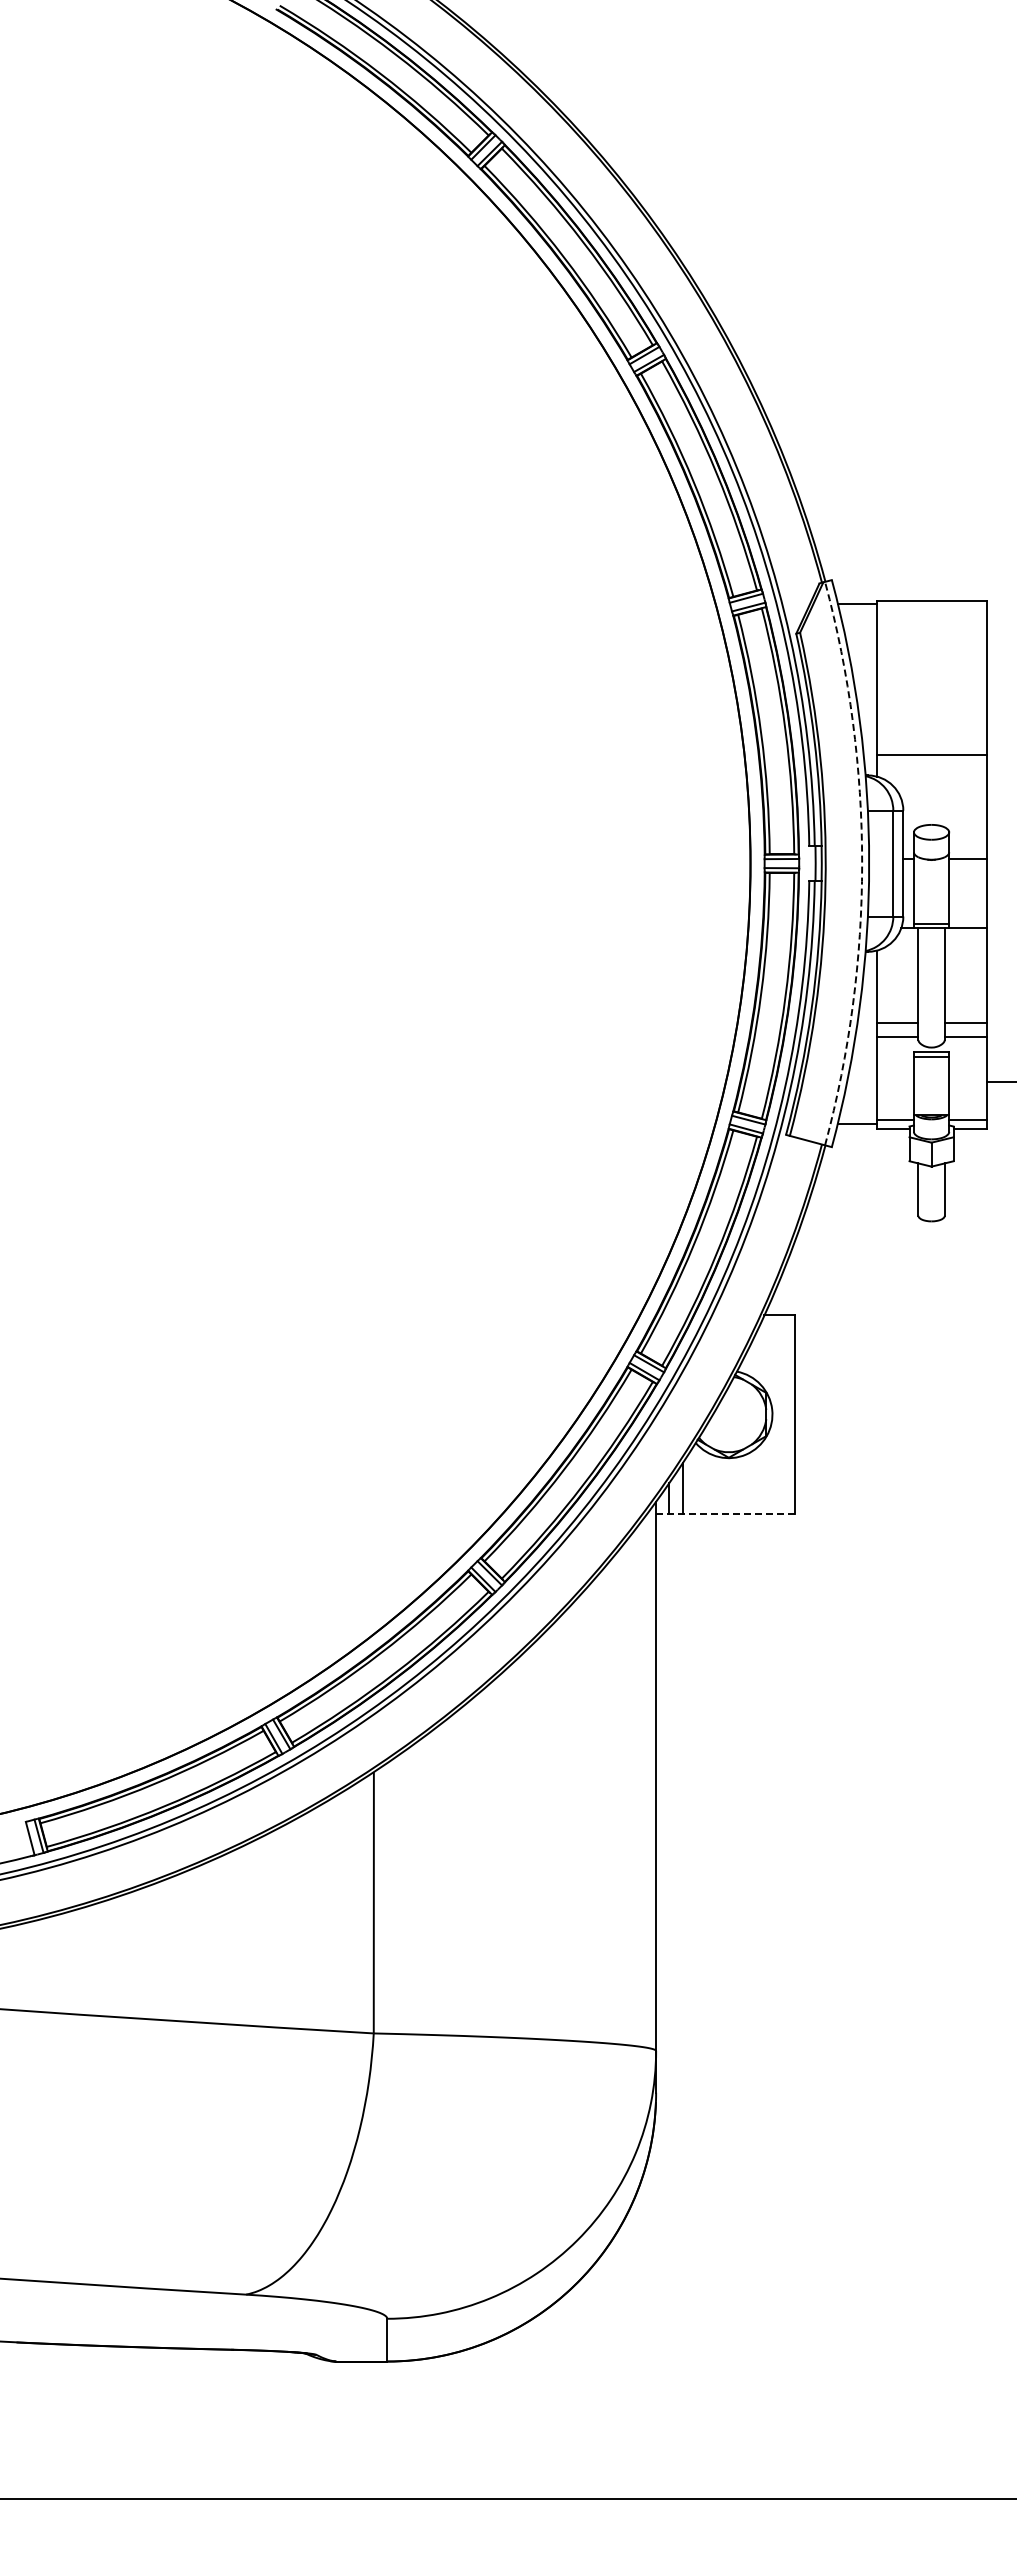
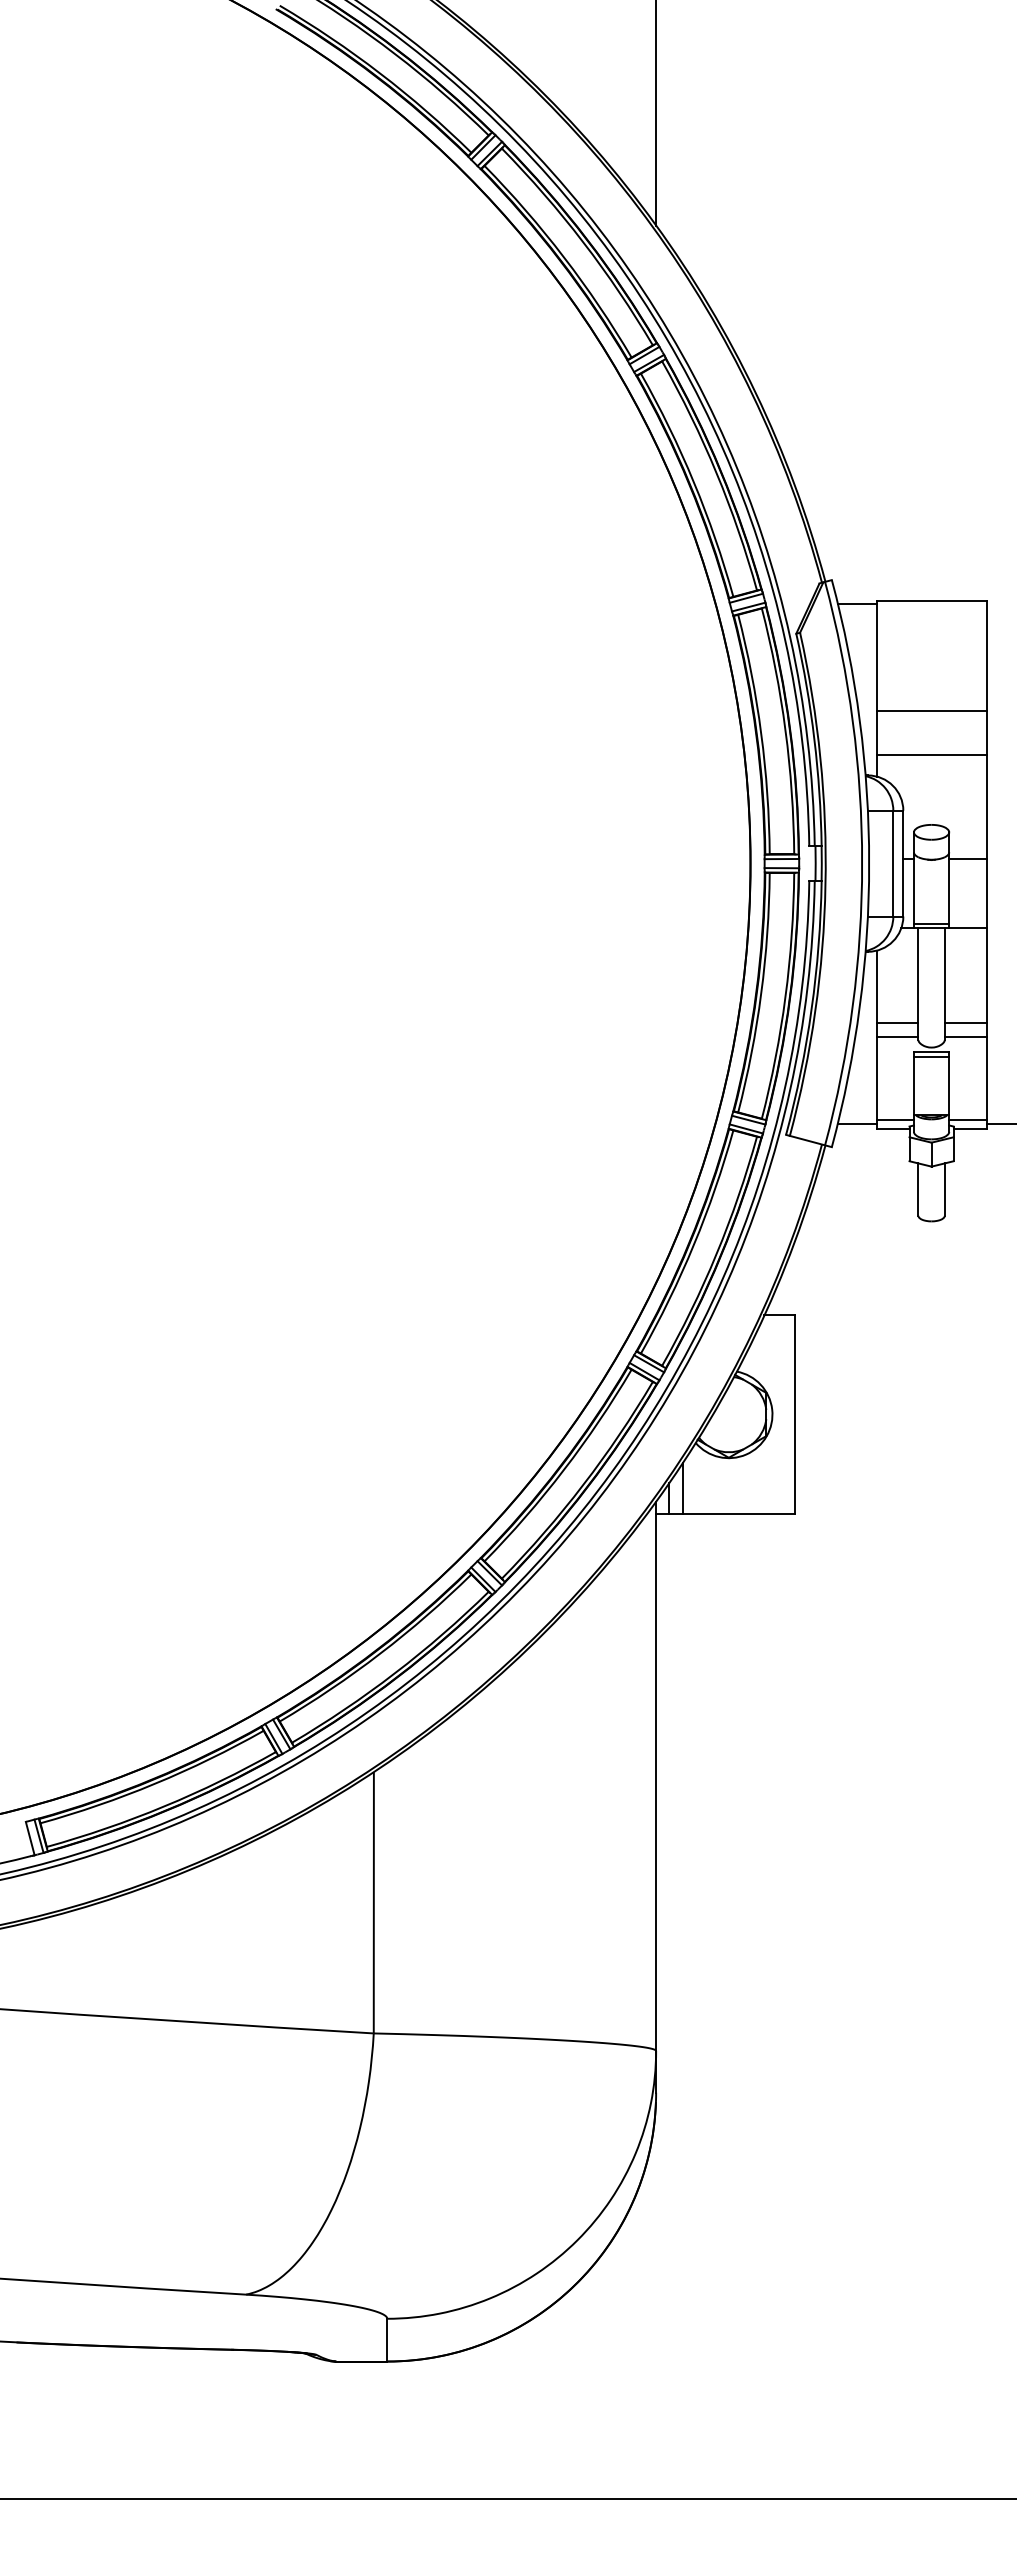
line at (656, 113): none -> present
line at (931, 710): none -> present
arc at (862, 863): dashed -> solid
line at (999, 1081) position: (999, 1081) -> (999, 1123)
line at (726, 1513): dashed -> solid
